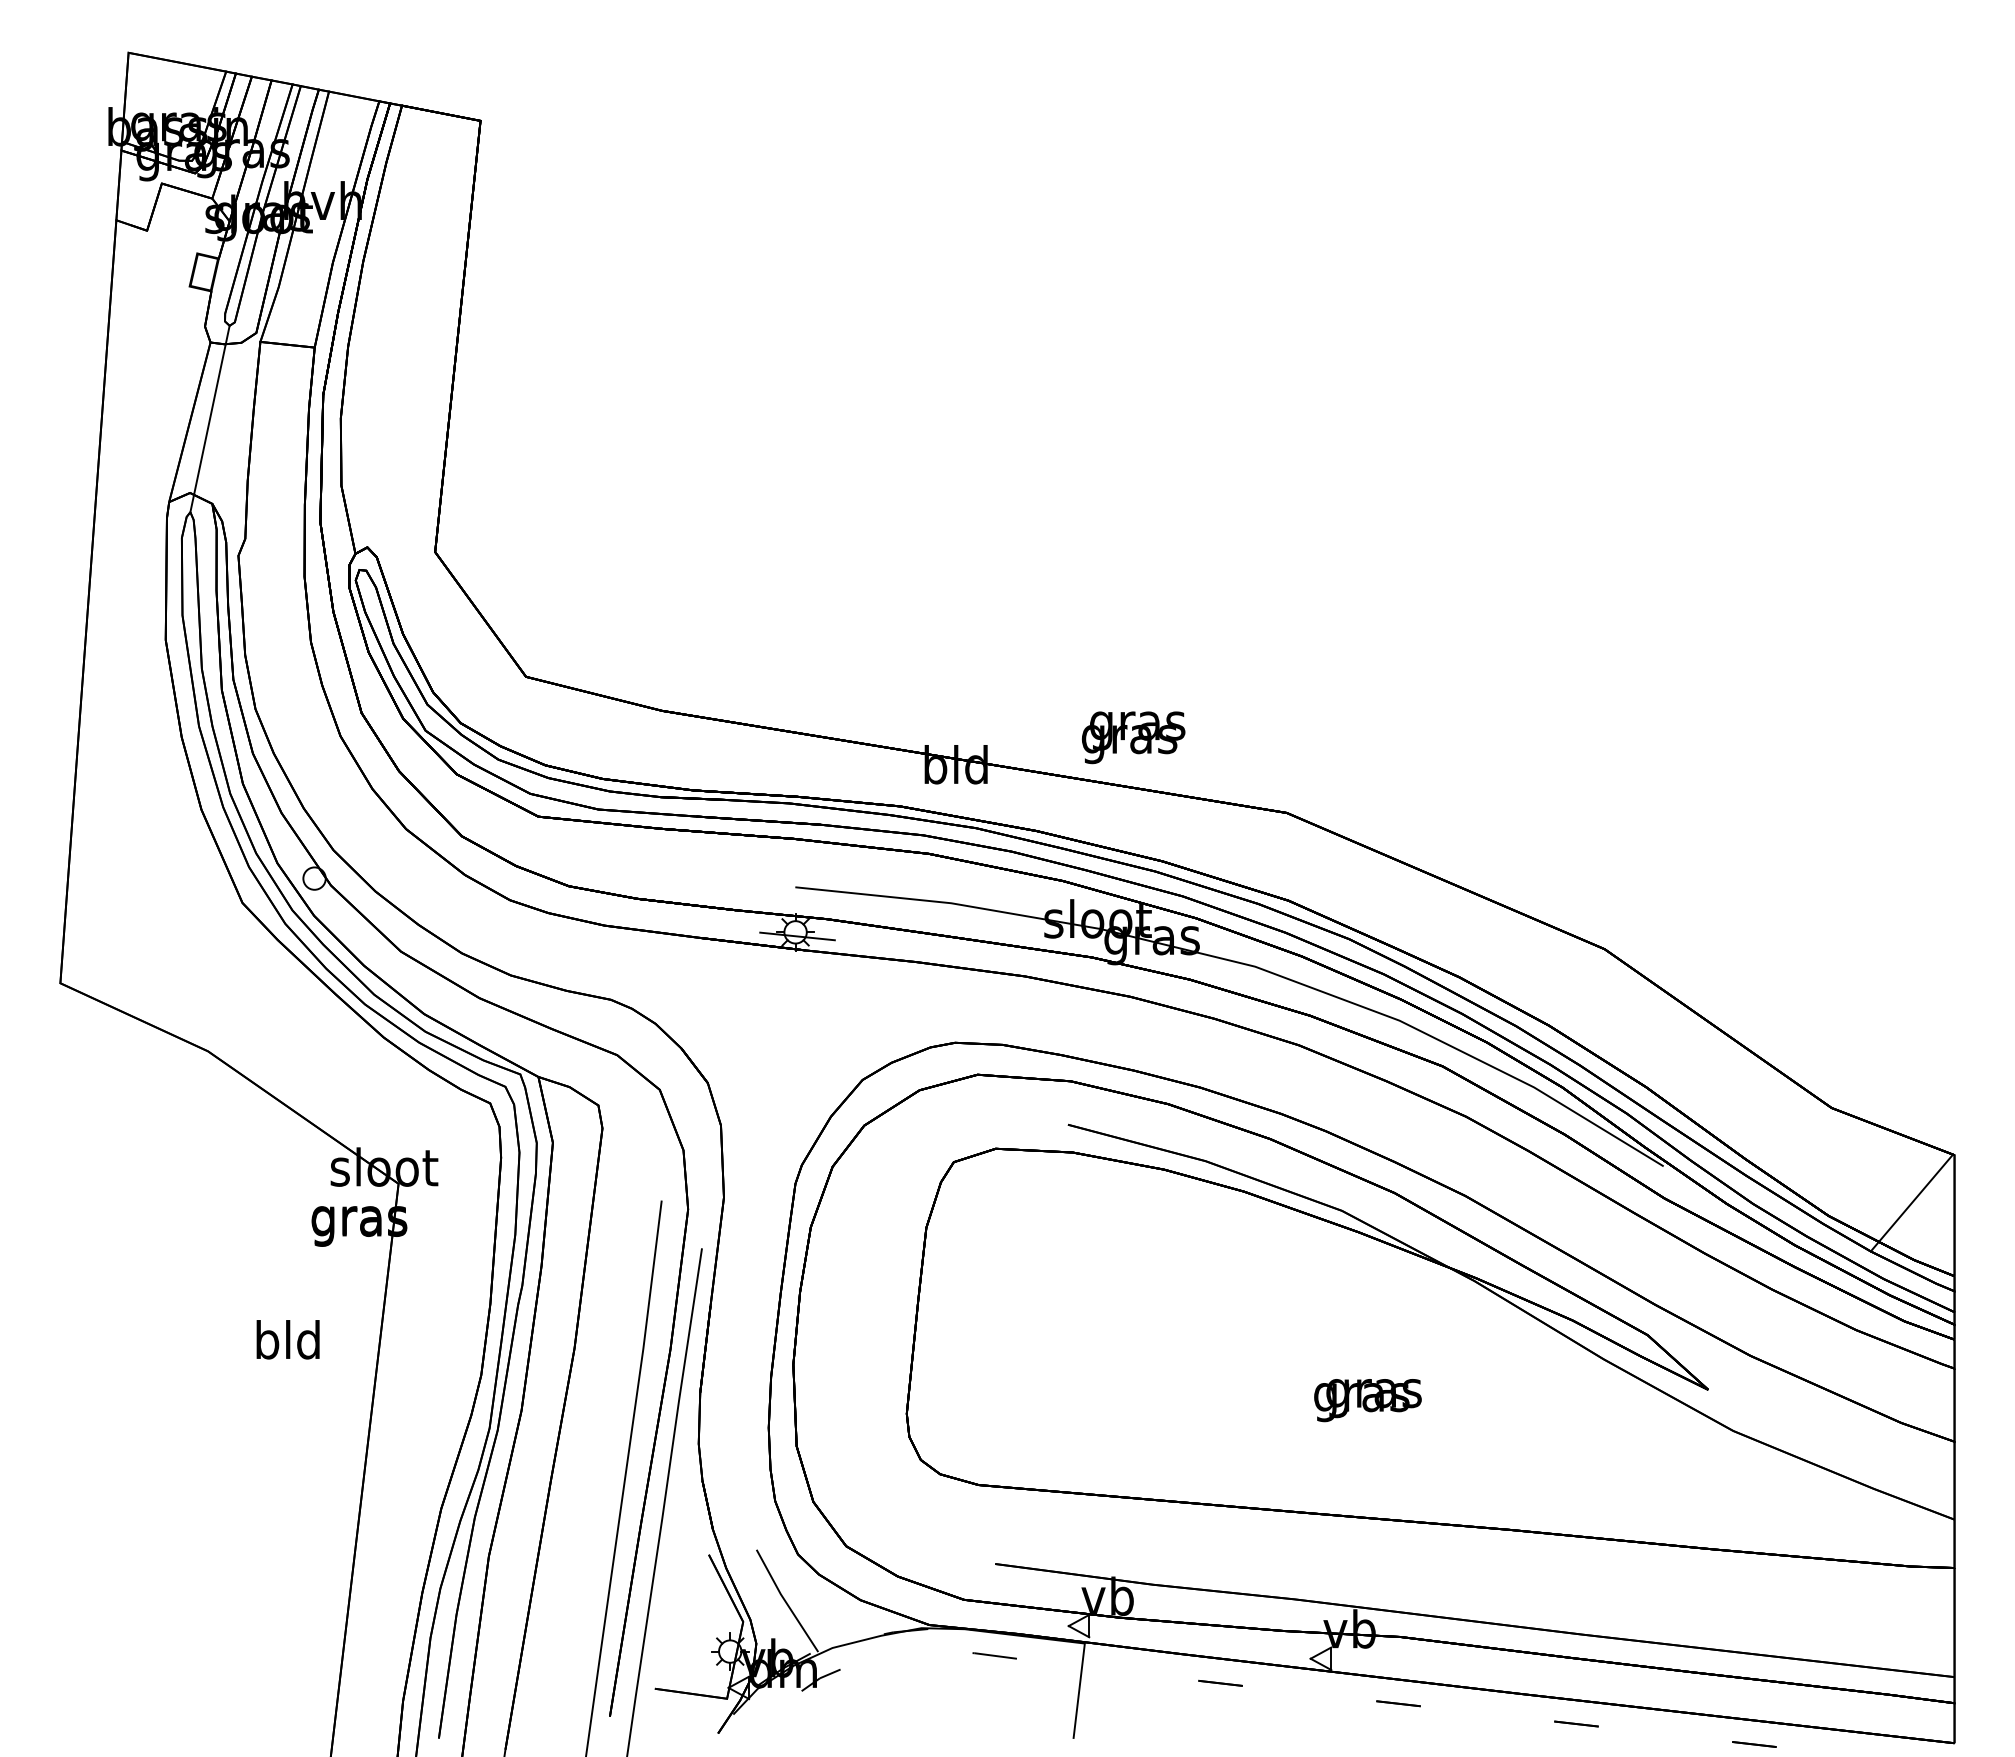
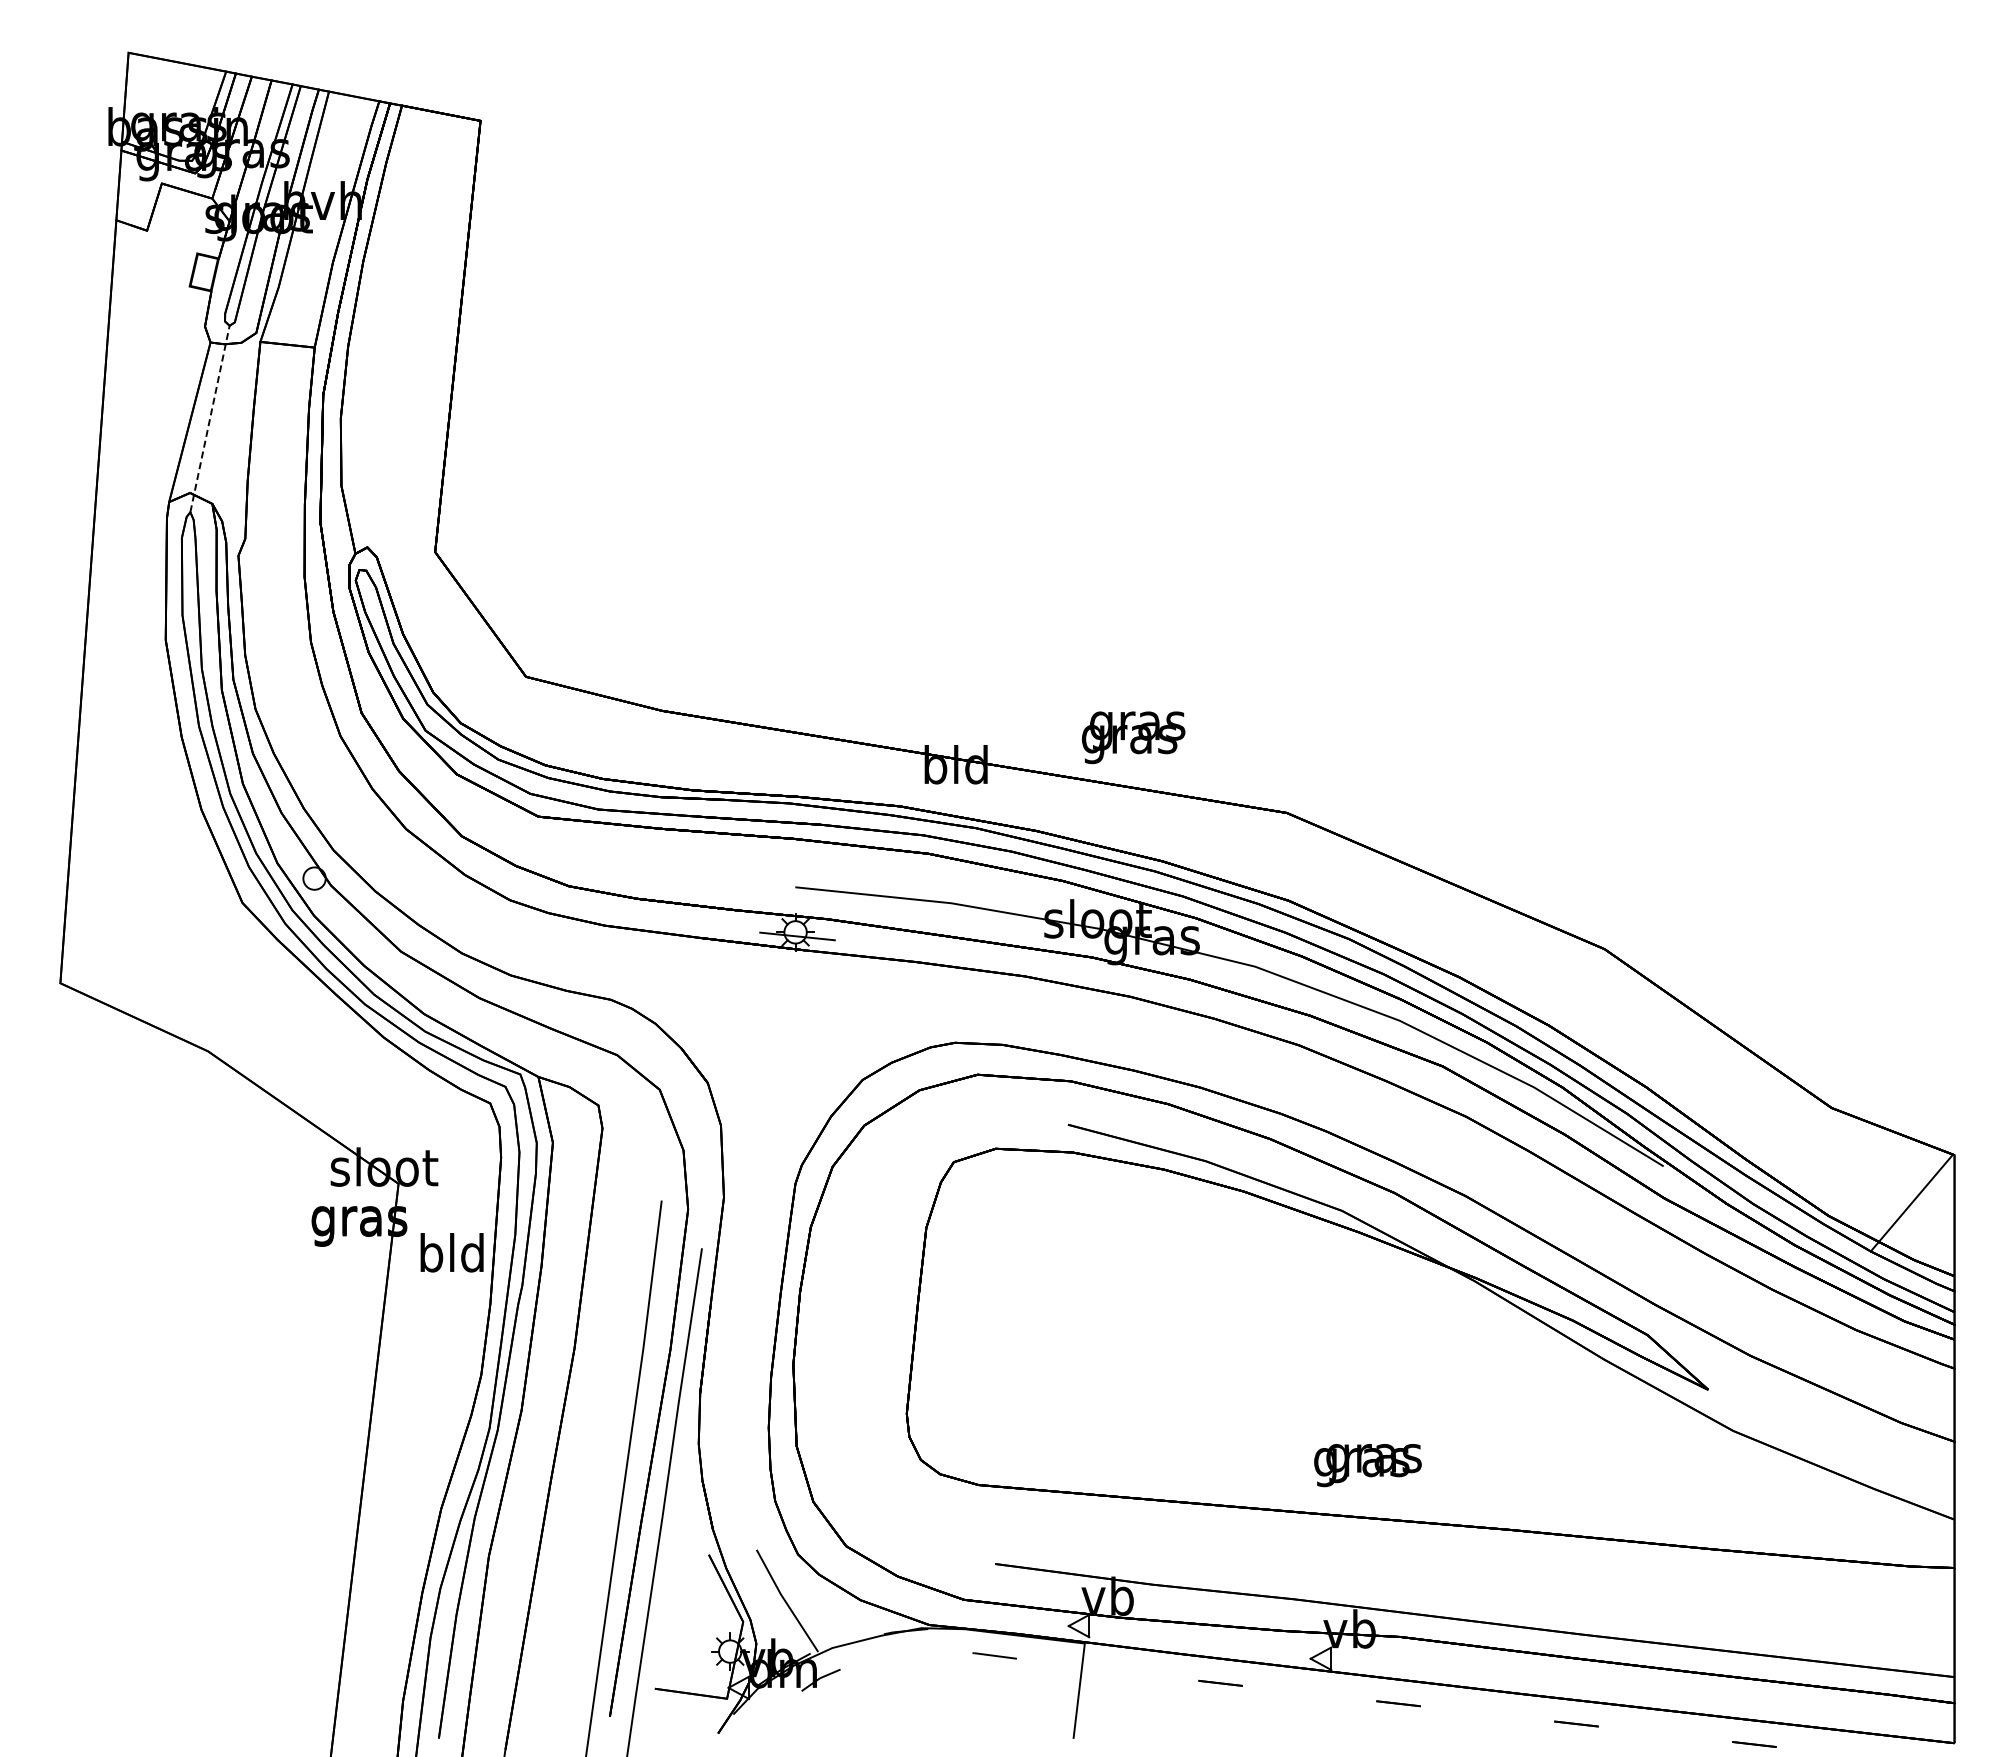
line at (210, 418): solid -> dashed
text at (287, 1339) position: (287, 1339) -> (451, 1252)
text at (1367, 1400) position: (1367, 1400) -> (1367, 1465)
